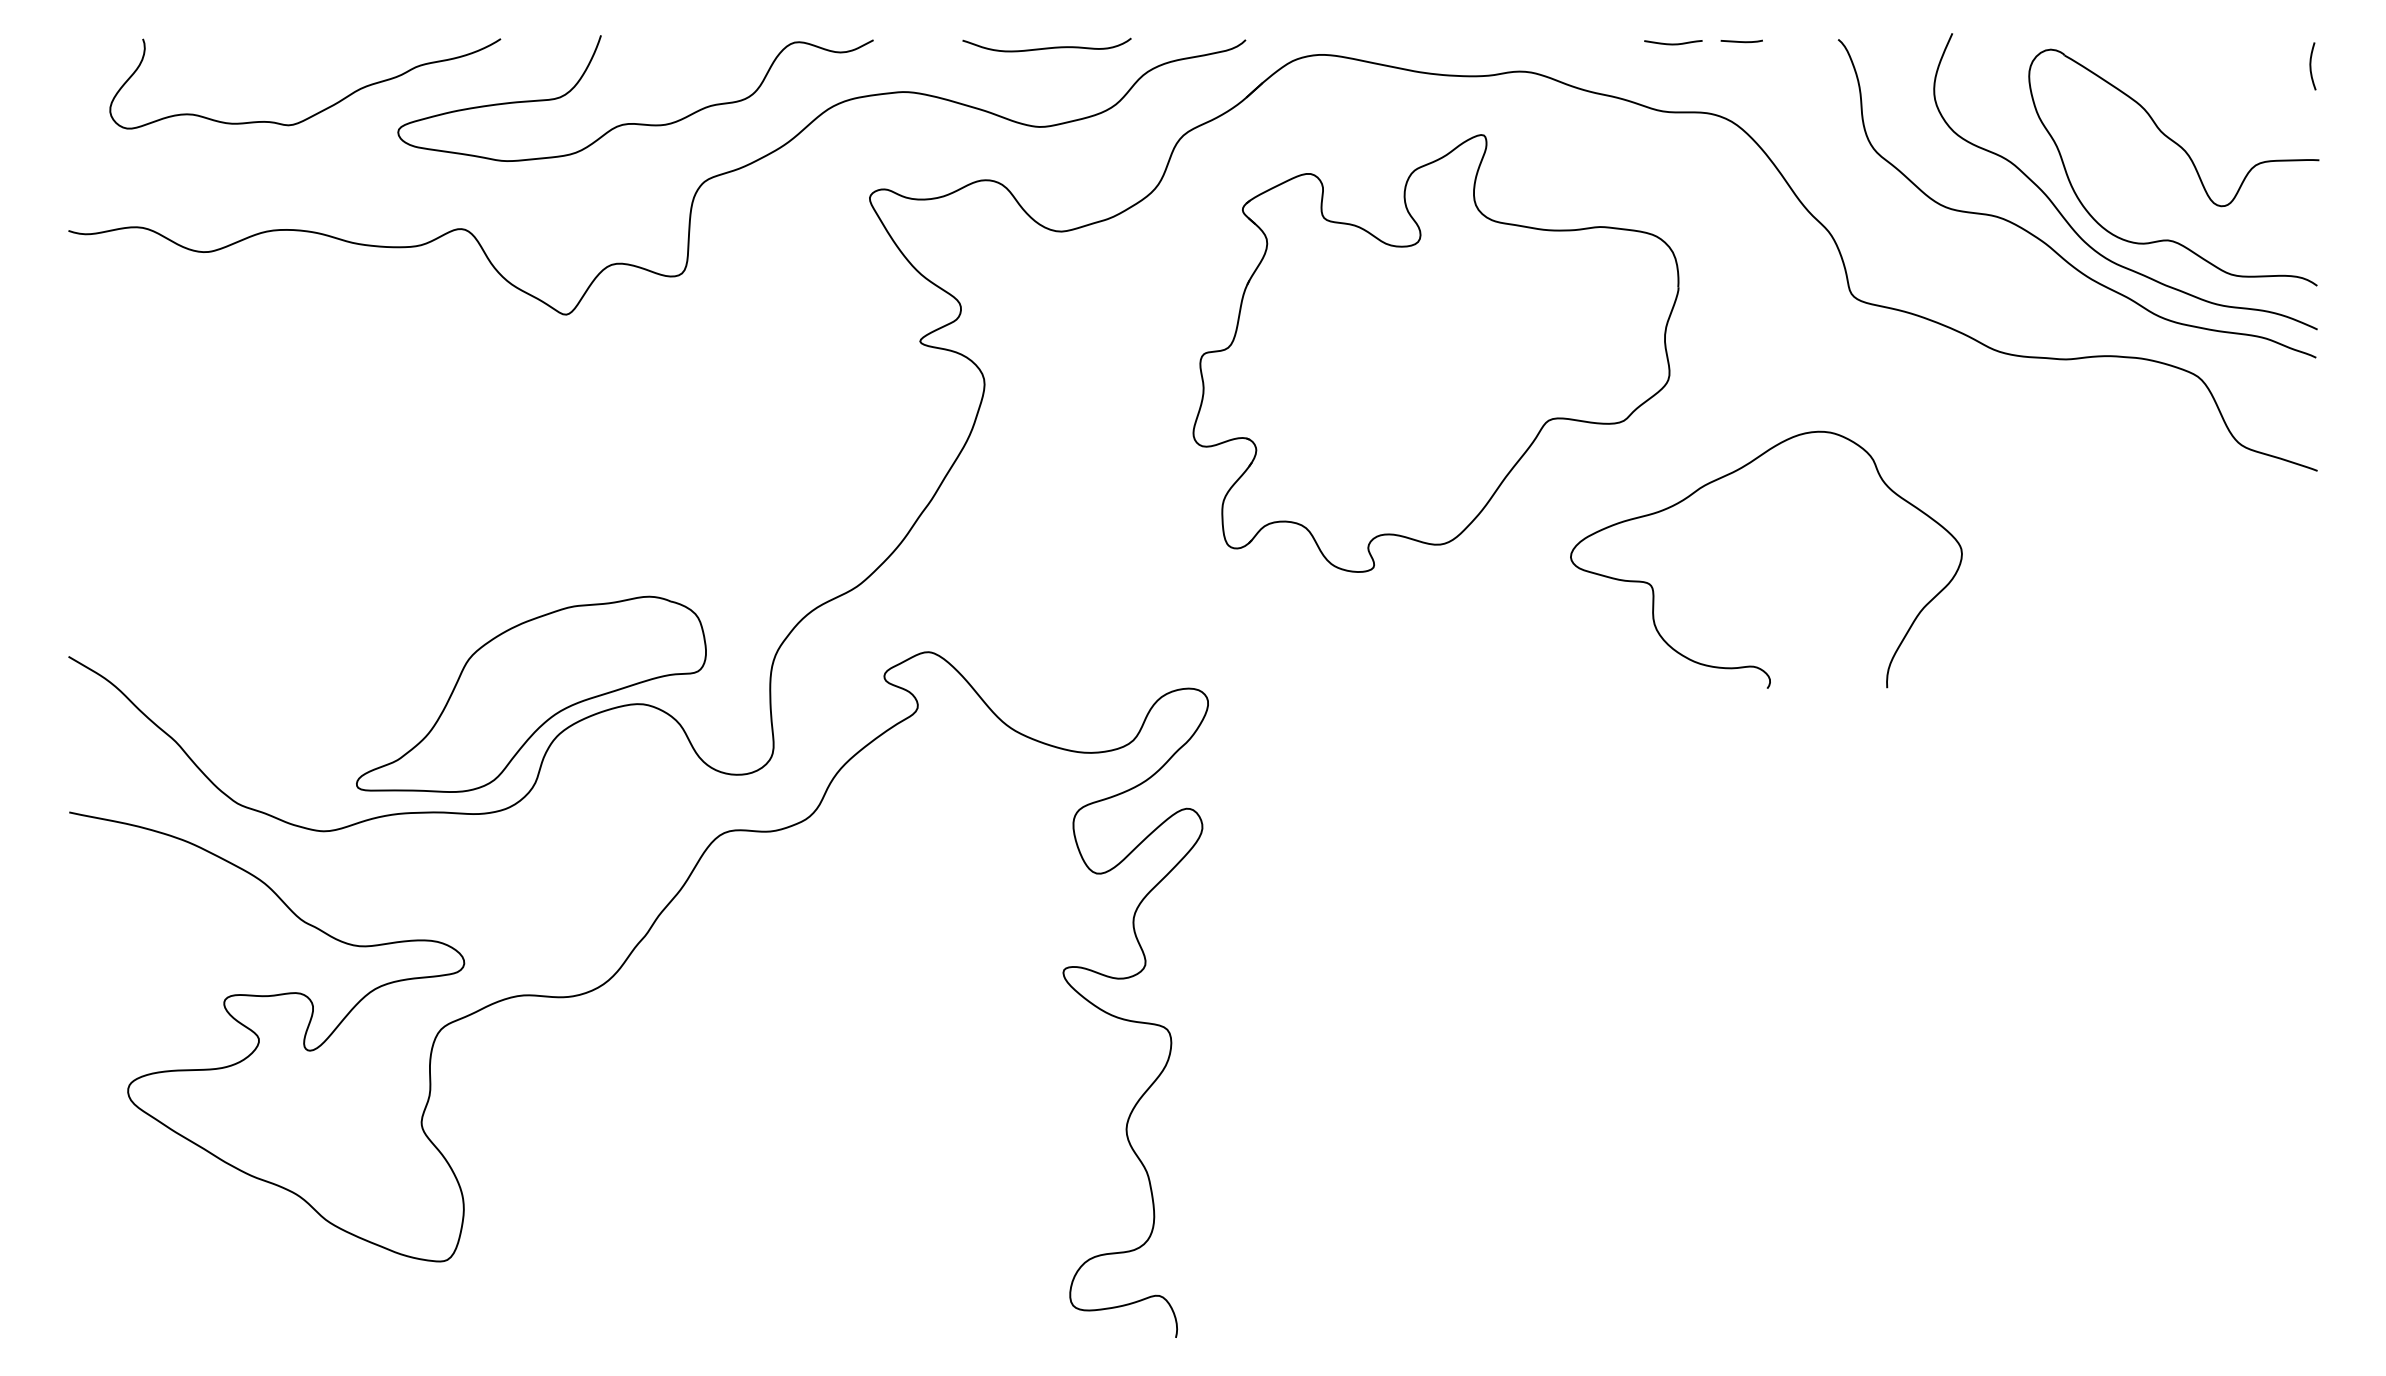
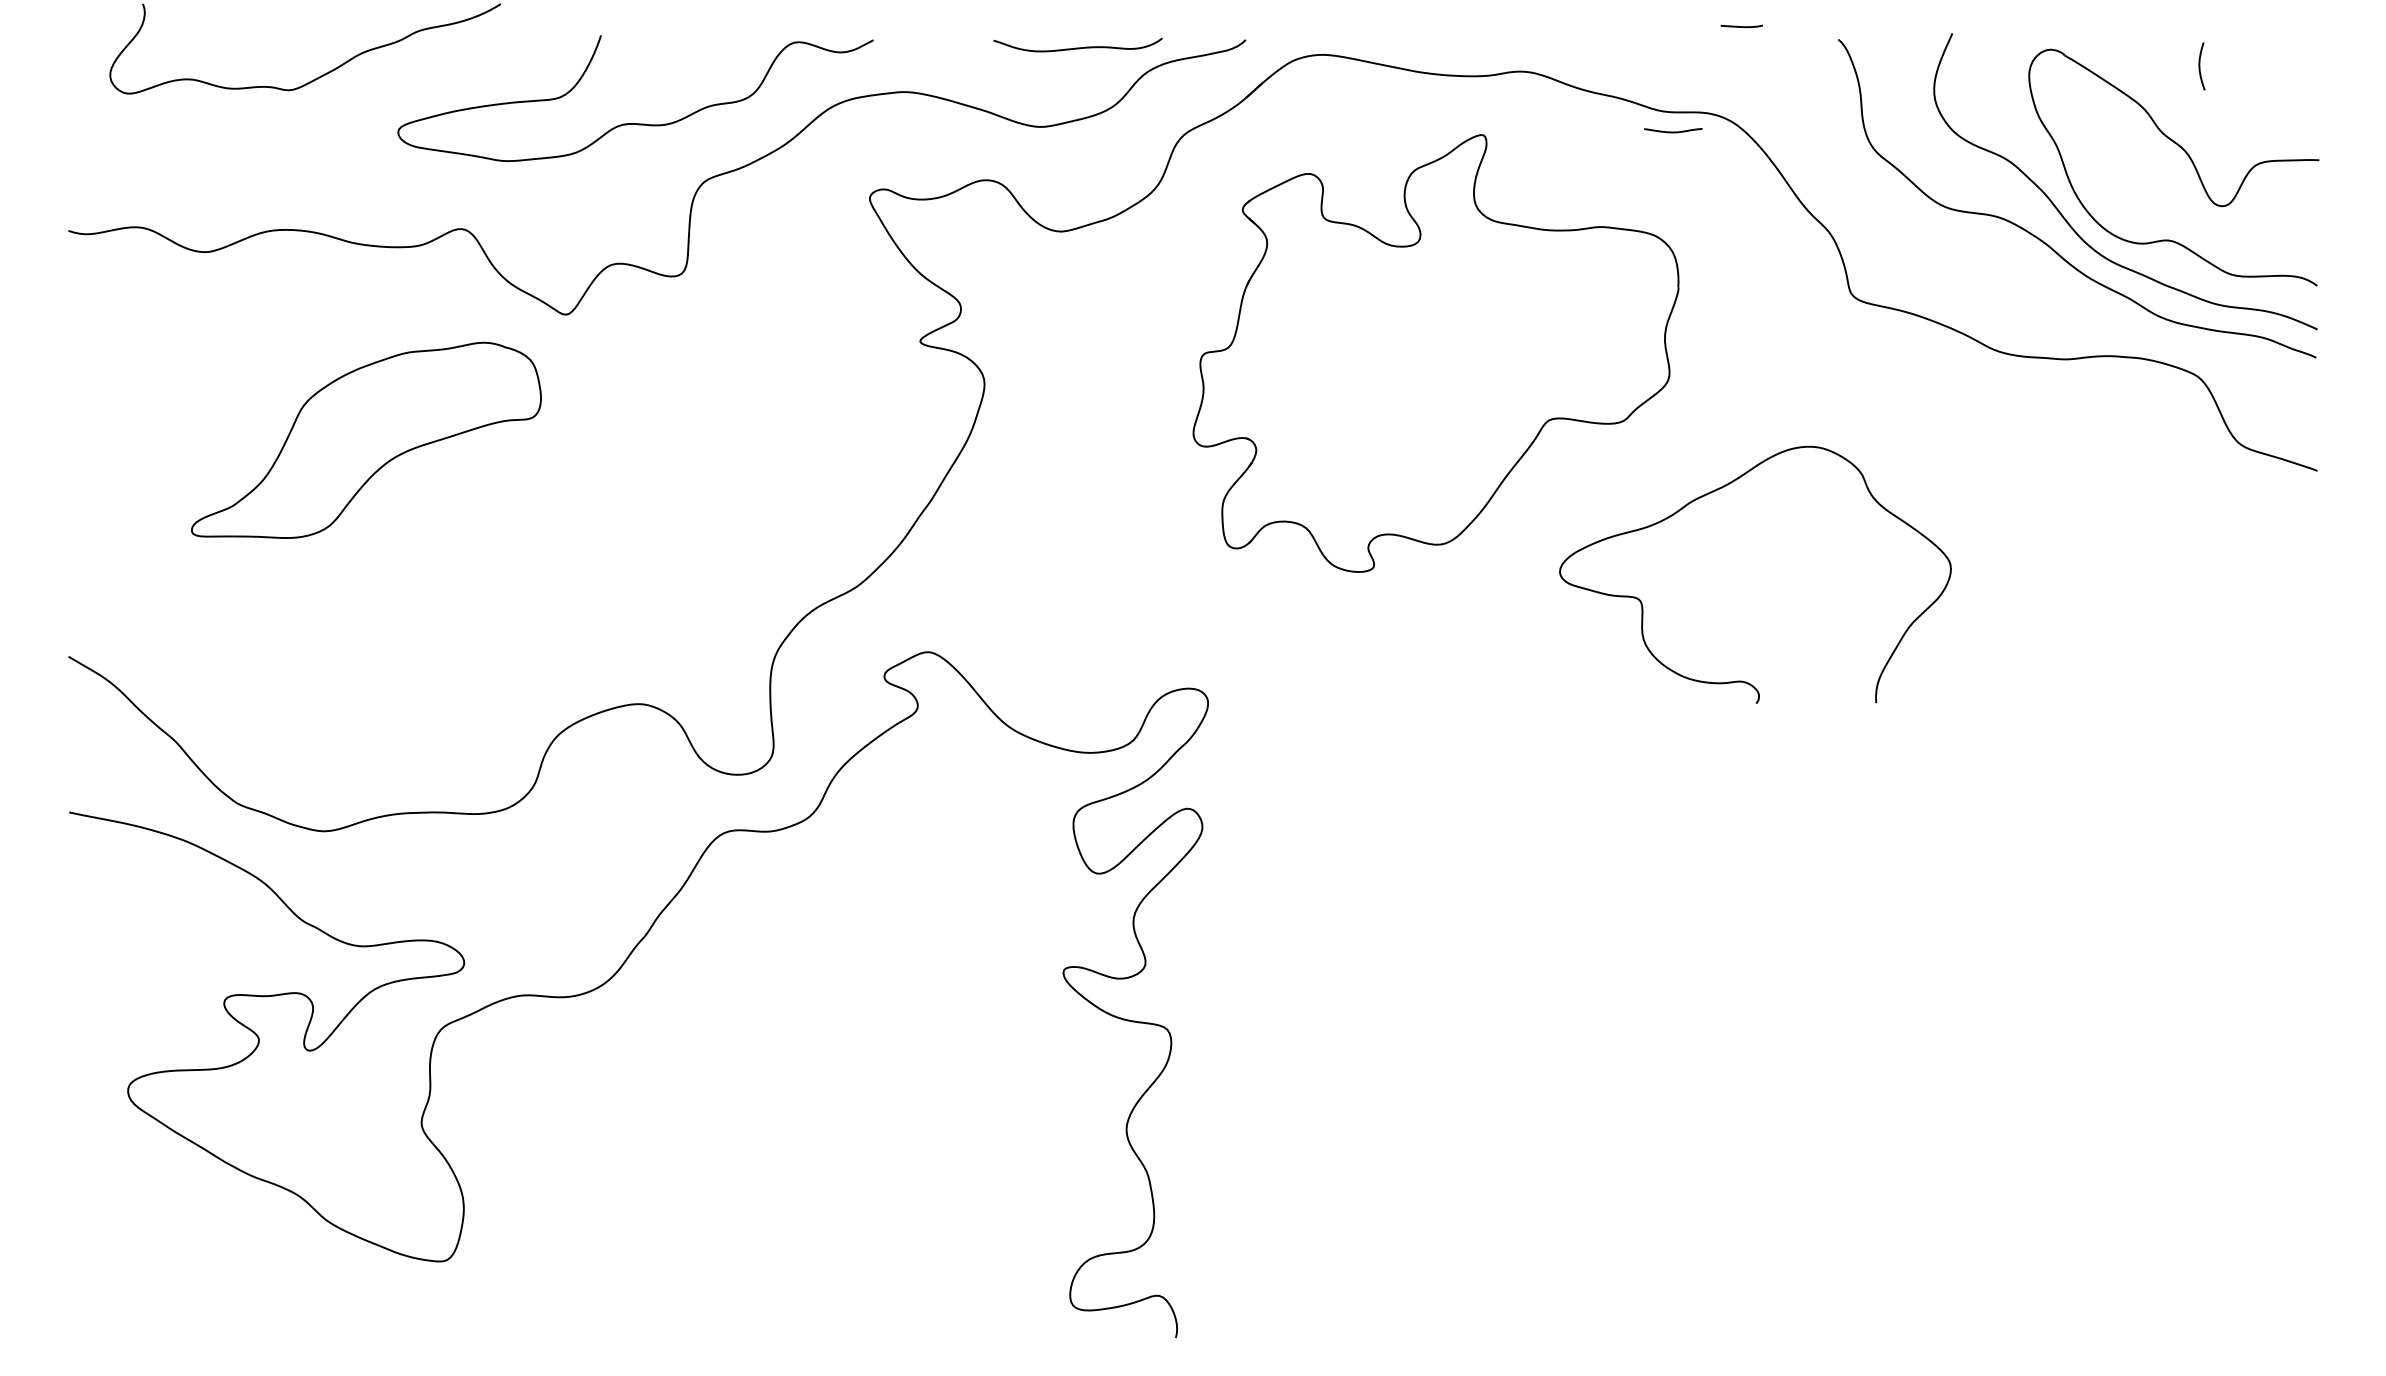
curve at (1741, 41) position: (1741, 41) -> (1741, 26)
curve at (1673, 43) position: (1673, 43) -> (1673, 131)
curve at (1046, 47) position: (1046, 47) -> (1077, 47)
curve at (2311, 66) position: (2311, 66) -> (2200, 66)
curve at (322, 109) position: (322, 109) -> (322, 74)
curve at (1731, 474) position: (1731, 474) -> (1720, 489)
part at (531, 693) position: (531, 693) -> (366, 439)
